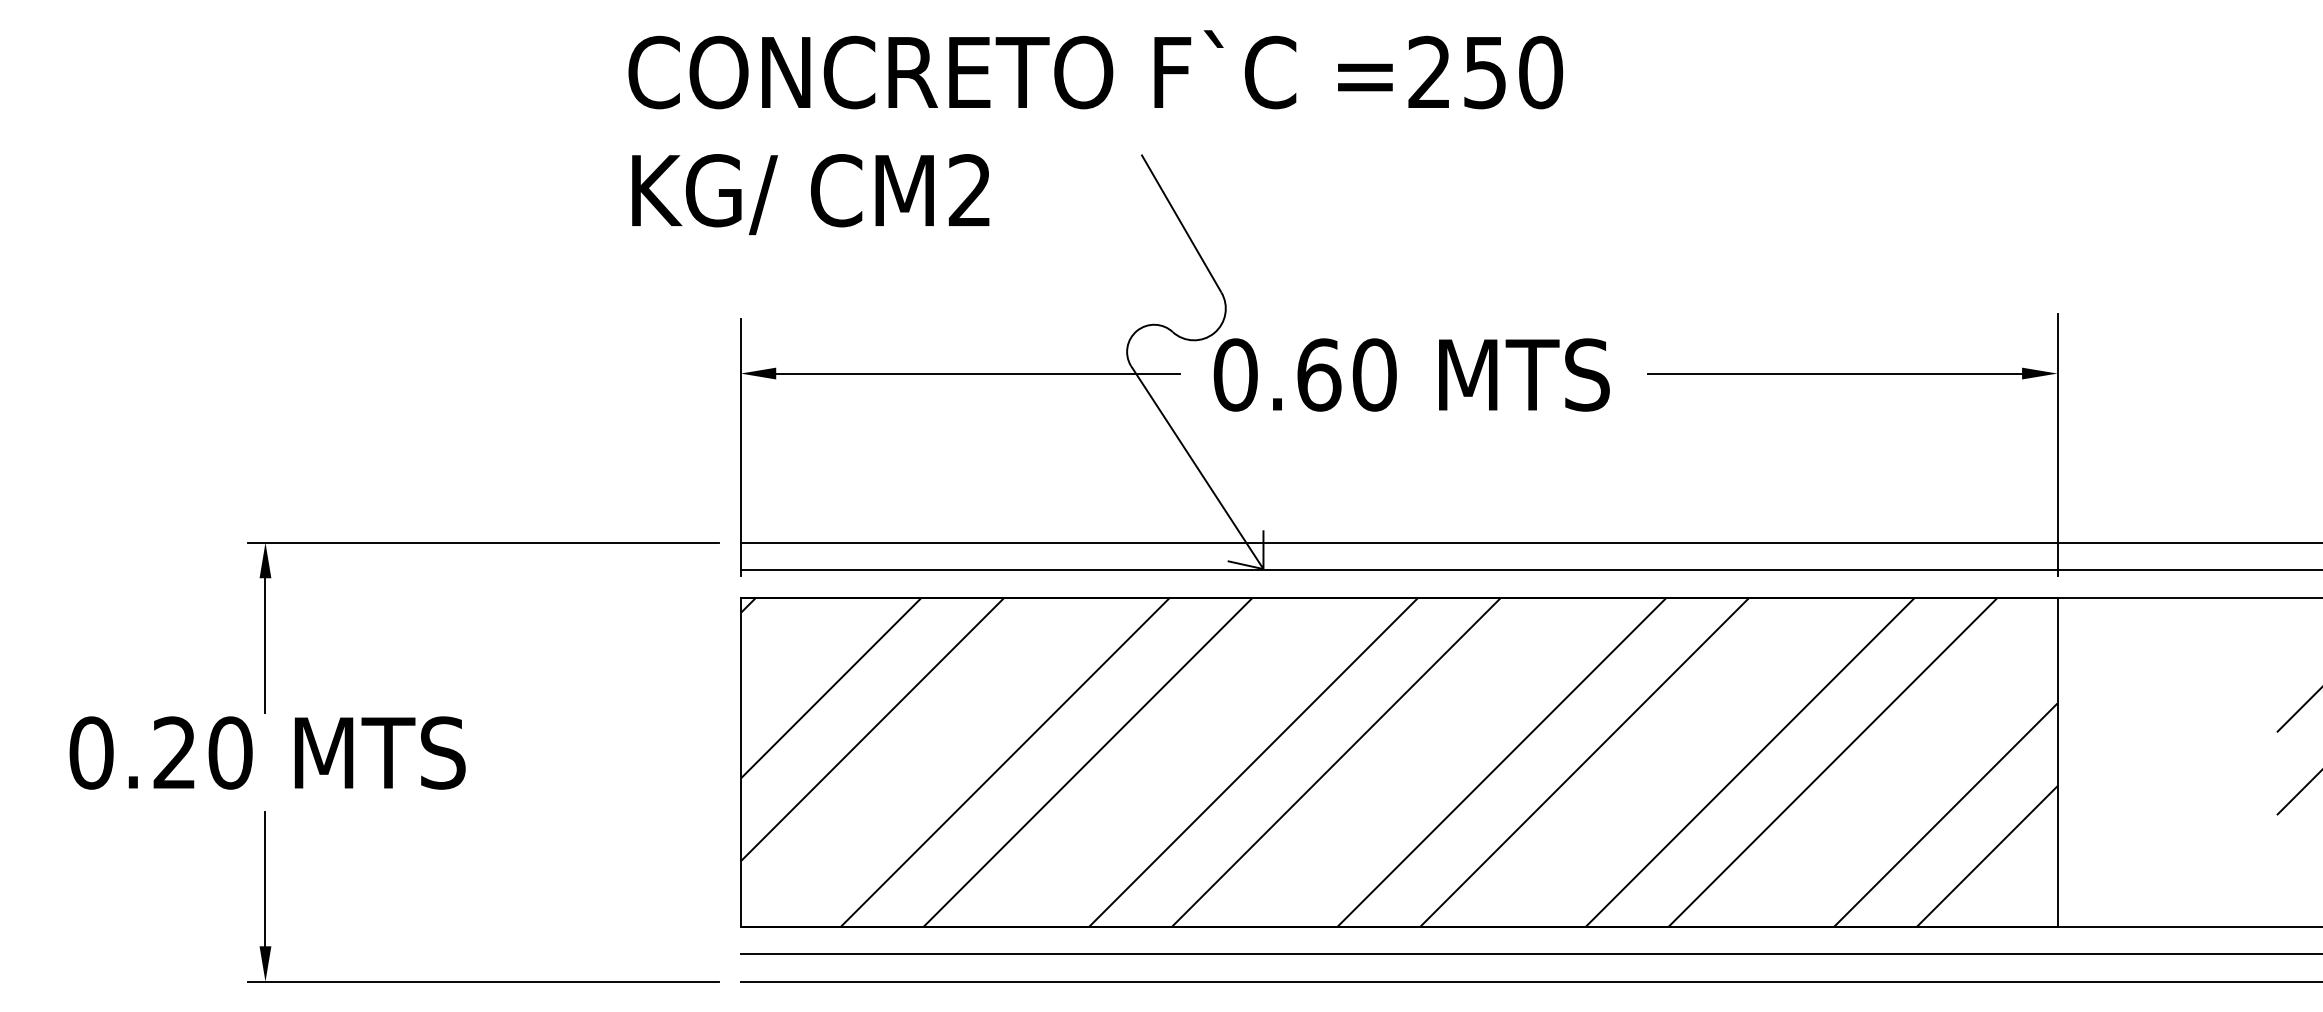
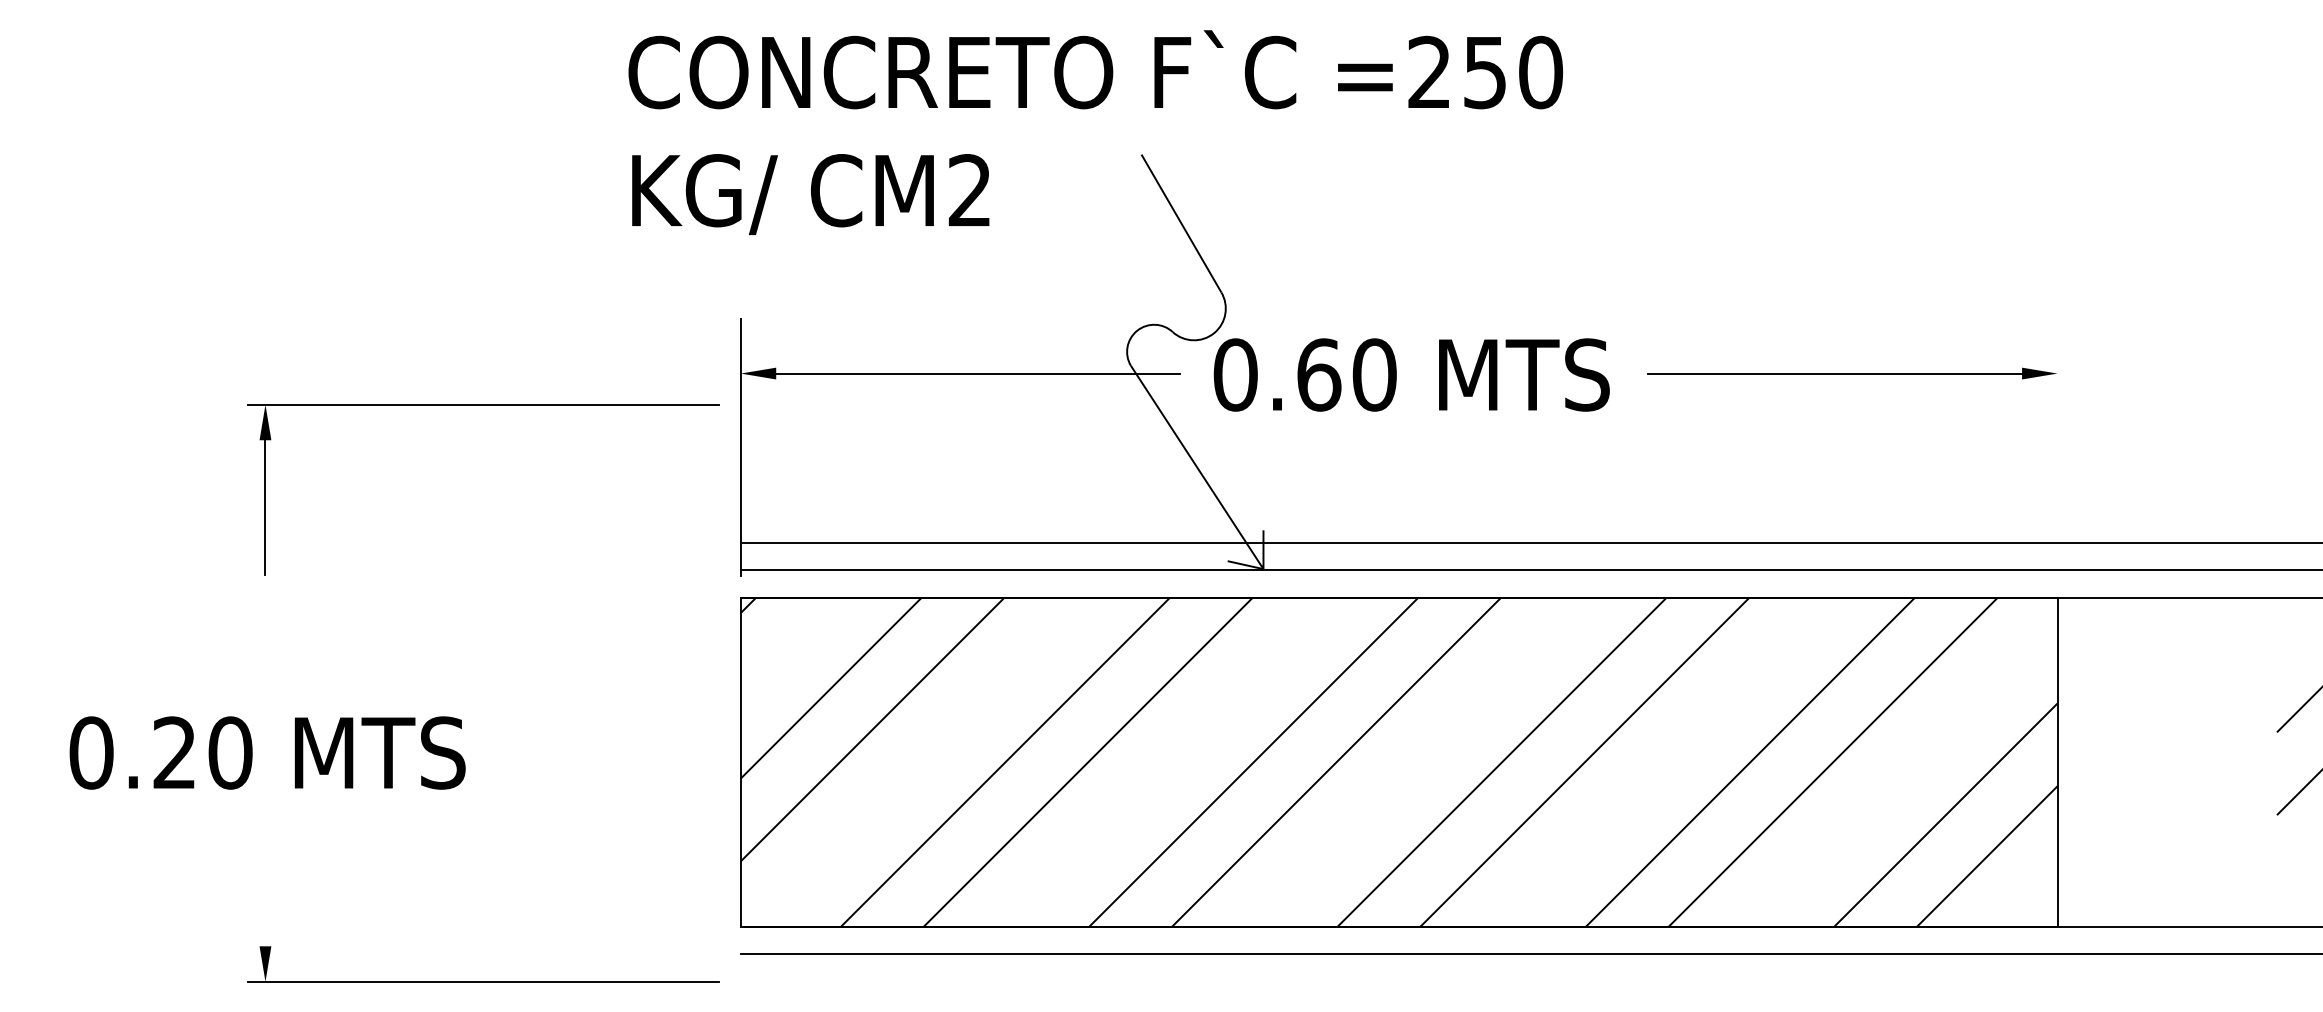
line at (2057, 444): present -> none
part at (483, 543) position: (483, 543) -> (483, 405)
line at (265, 878): present -> none
line at (1529, 981): present -> none
